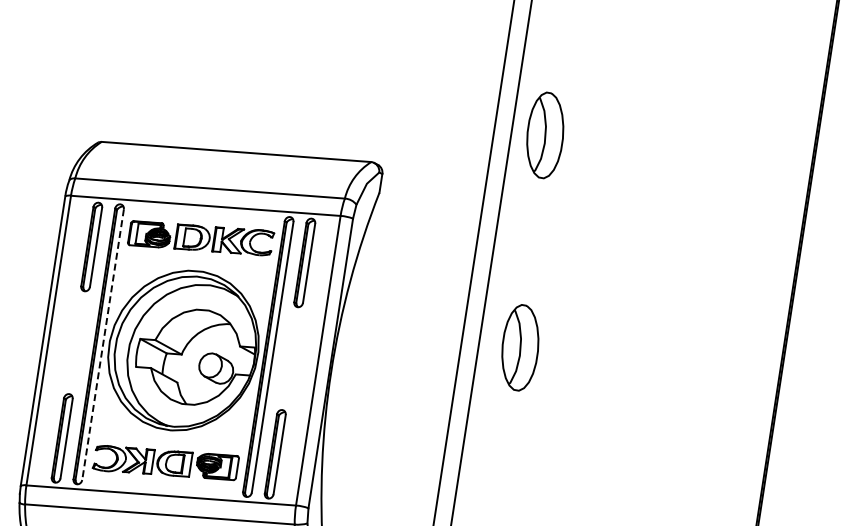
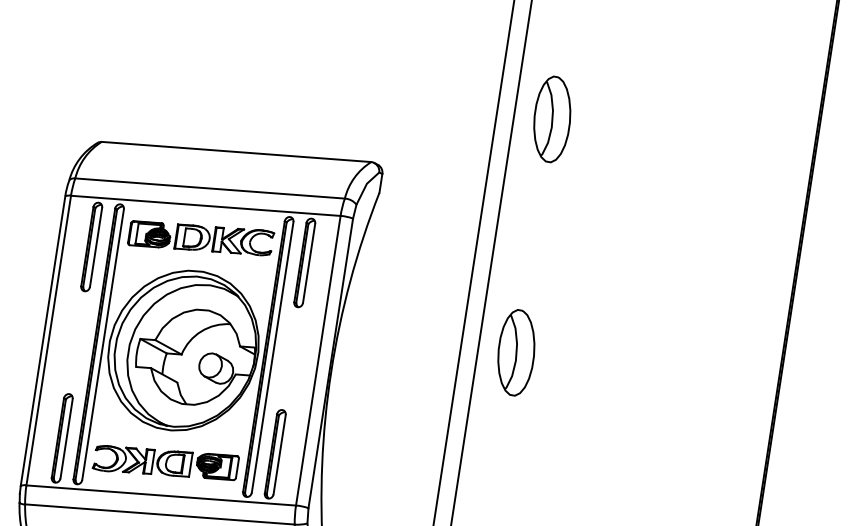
part at (545, 135) position: (545, 135) -> (552, 119)
line at (103, 344): dashed -> solid
part at (520, 347) position: (520, 347) -> (516, 352)
